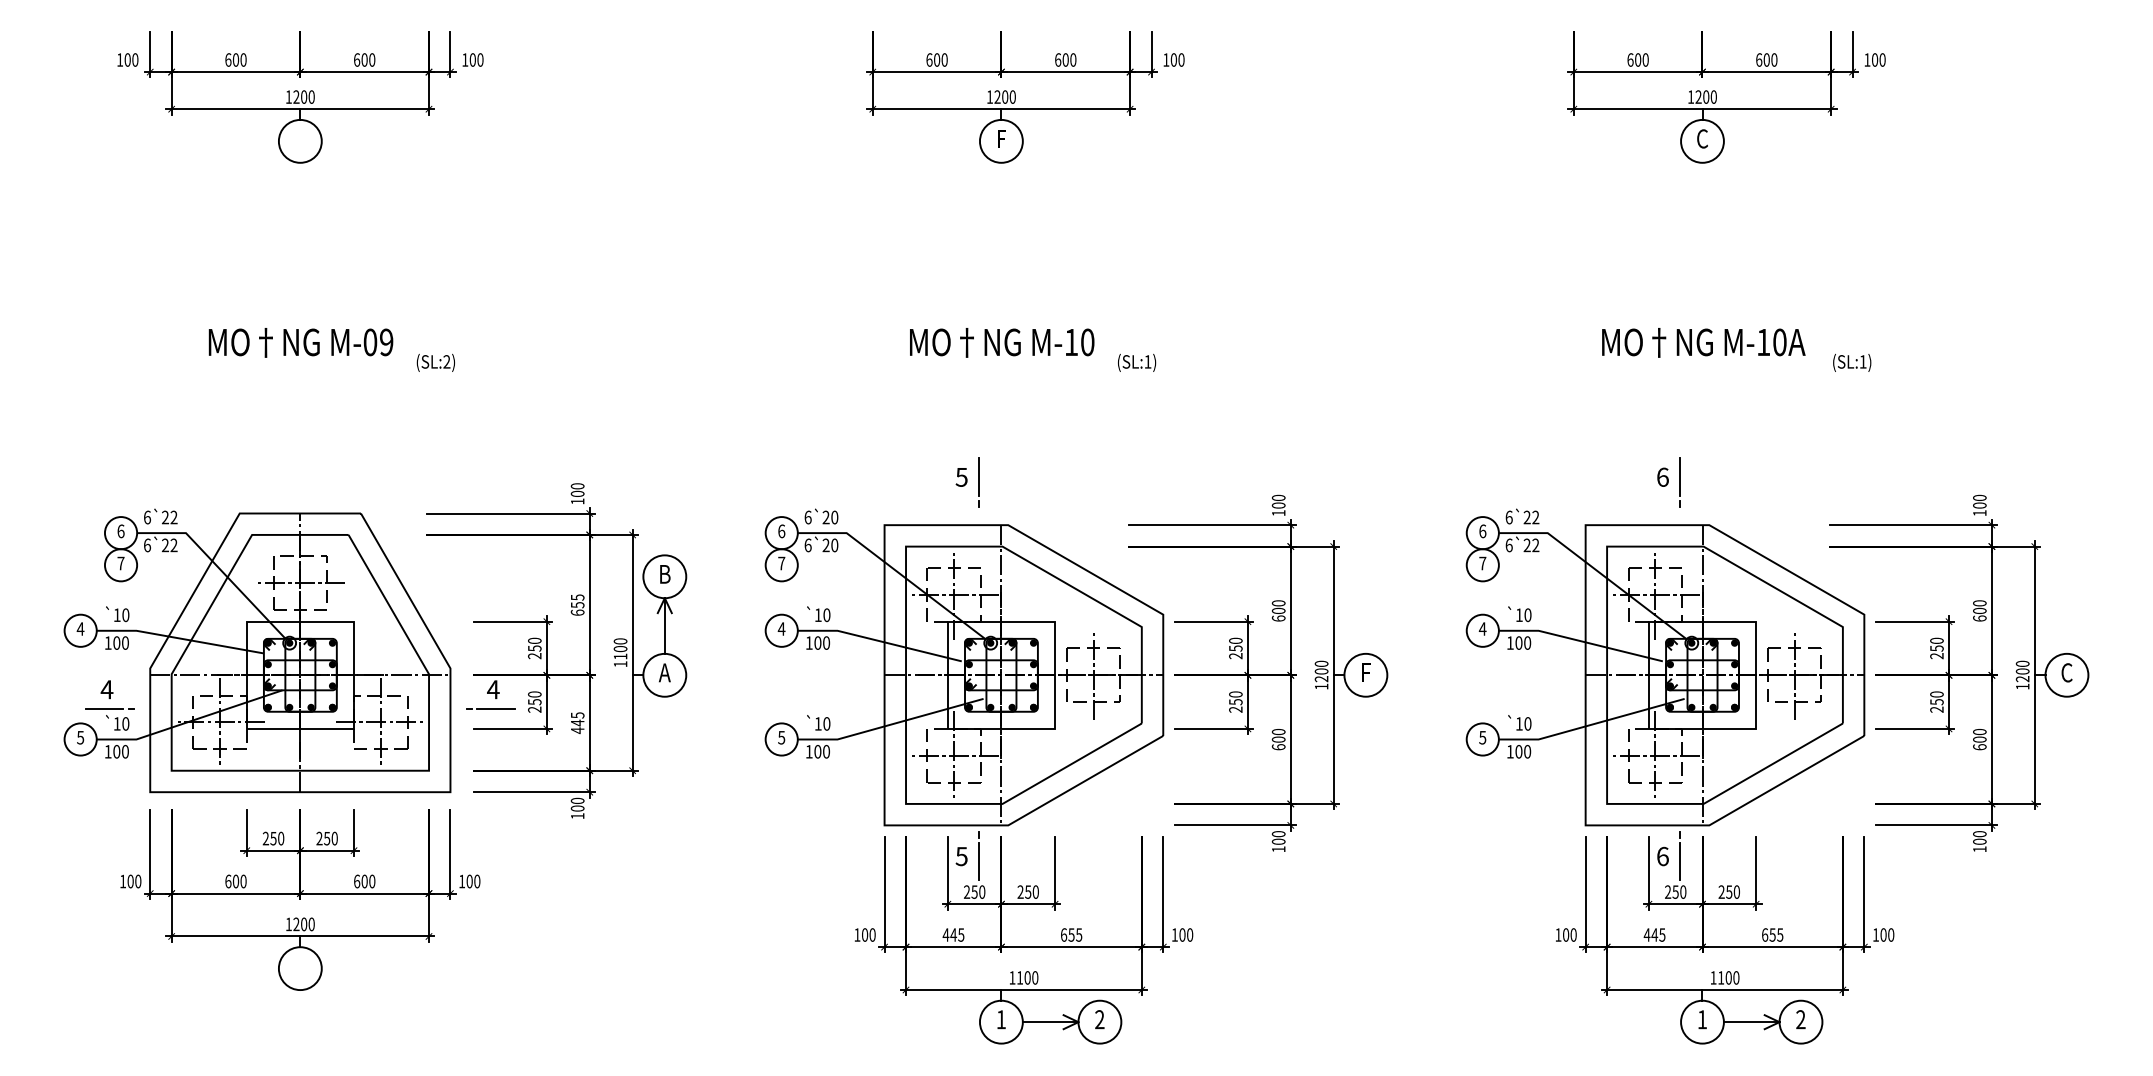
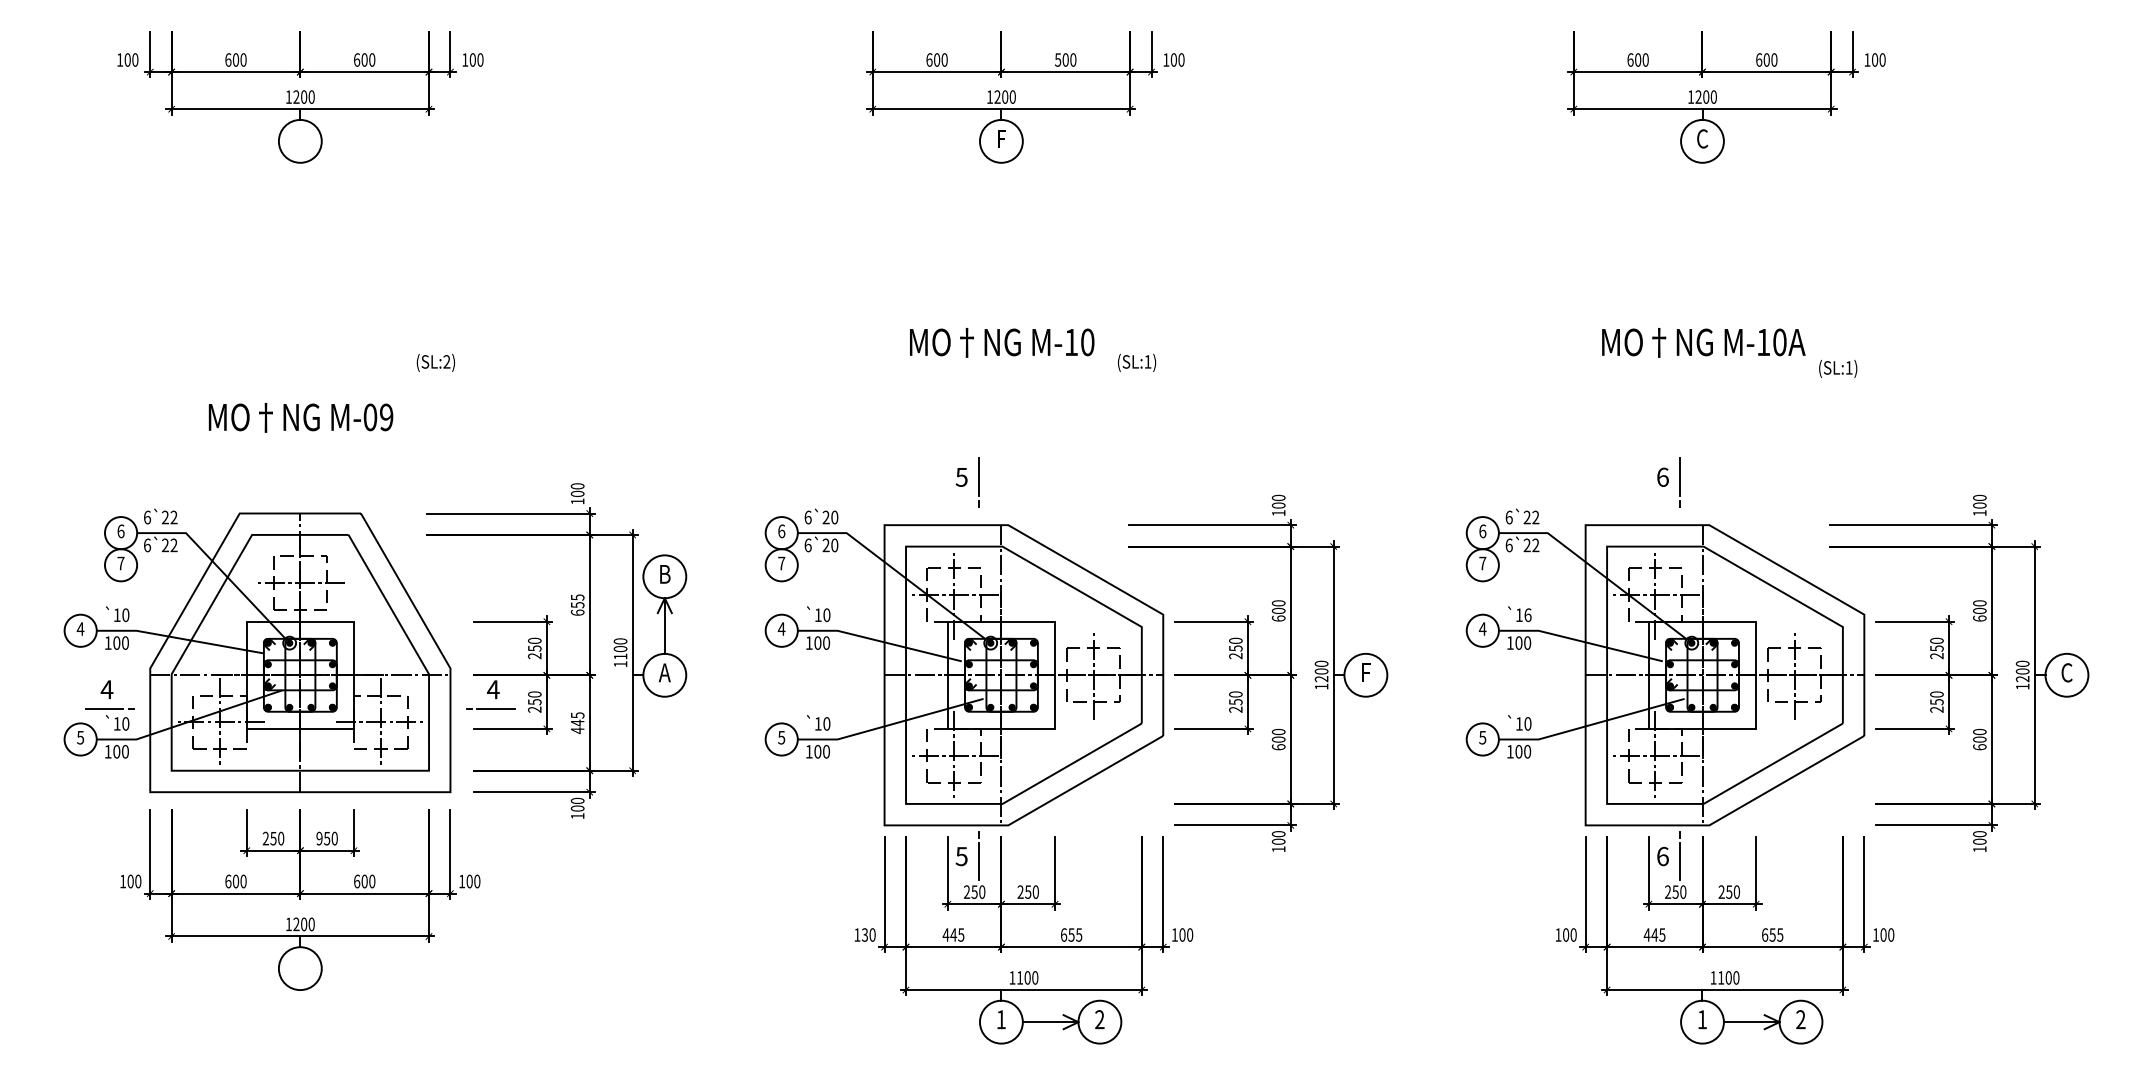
text at (1058, 59): 600 -> 500
text at (300, 342) position: (300, 342) -> (300, 417)
text at (1852, 362) position: (1852, 362) -> (1838, 368)
text at (1527, 614): `10 -> `16
text at (319, 838): 250 -> 950
text at (864, 934): 100 -> 130
